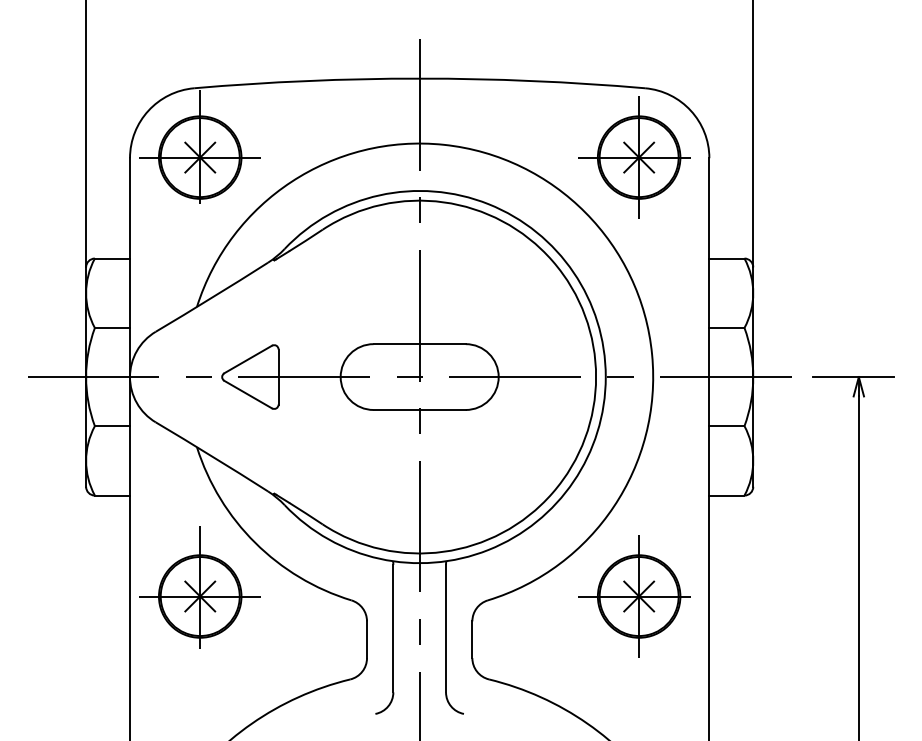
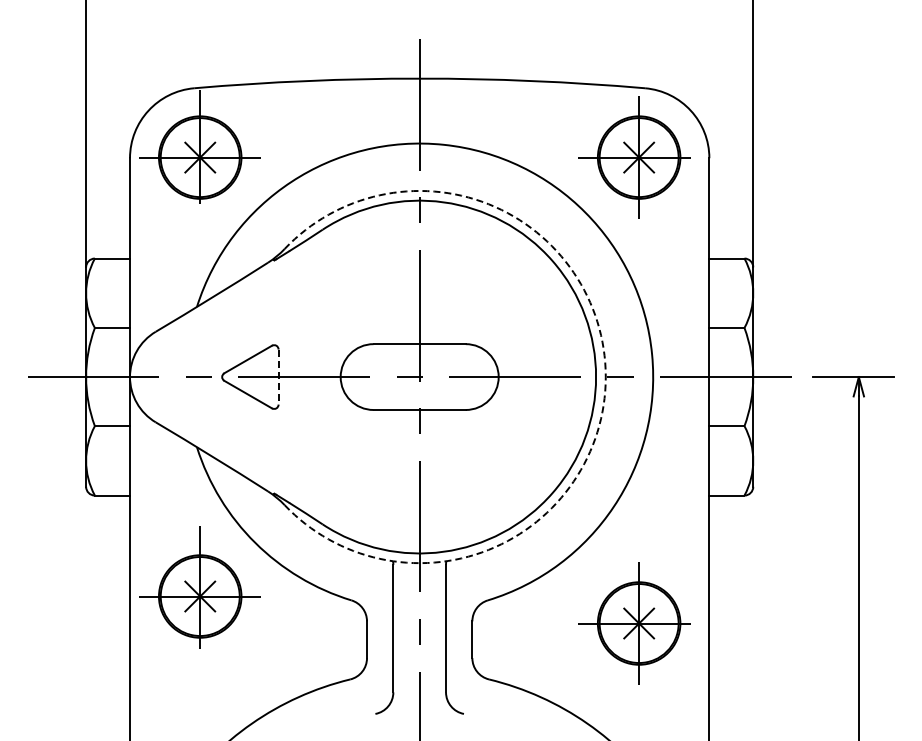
line at (278, 377): solid -> dashed
arc at (605, 377): solid -> dashed
part at (634, 596) position: (634, 596) -> (634, 623)
